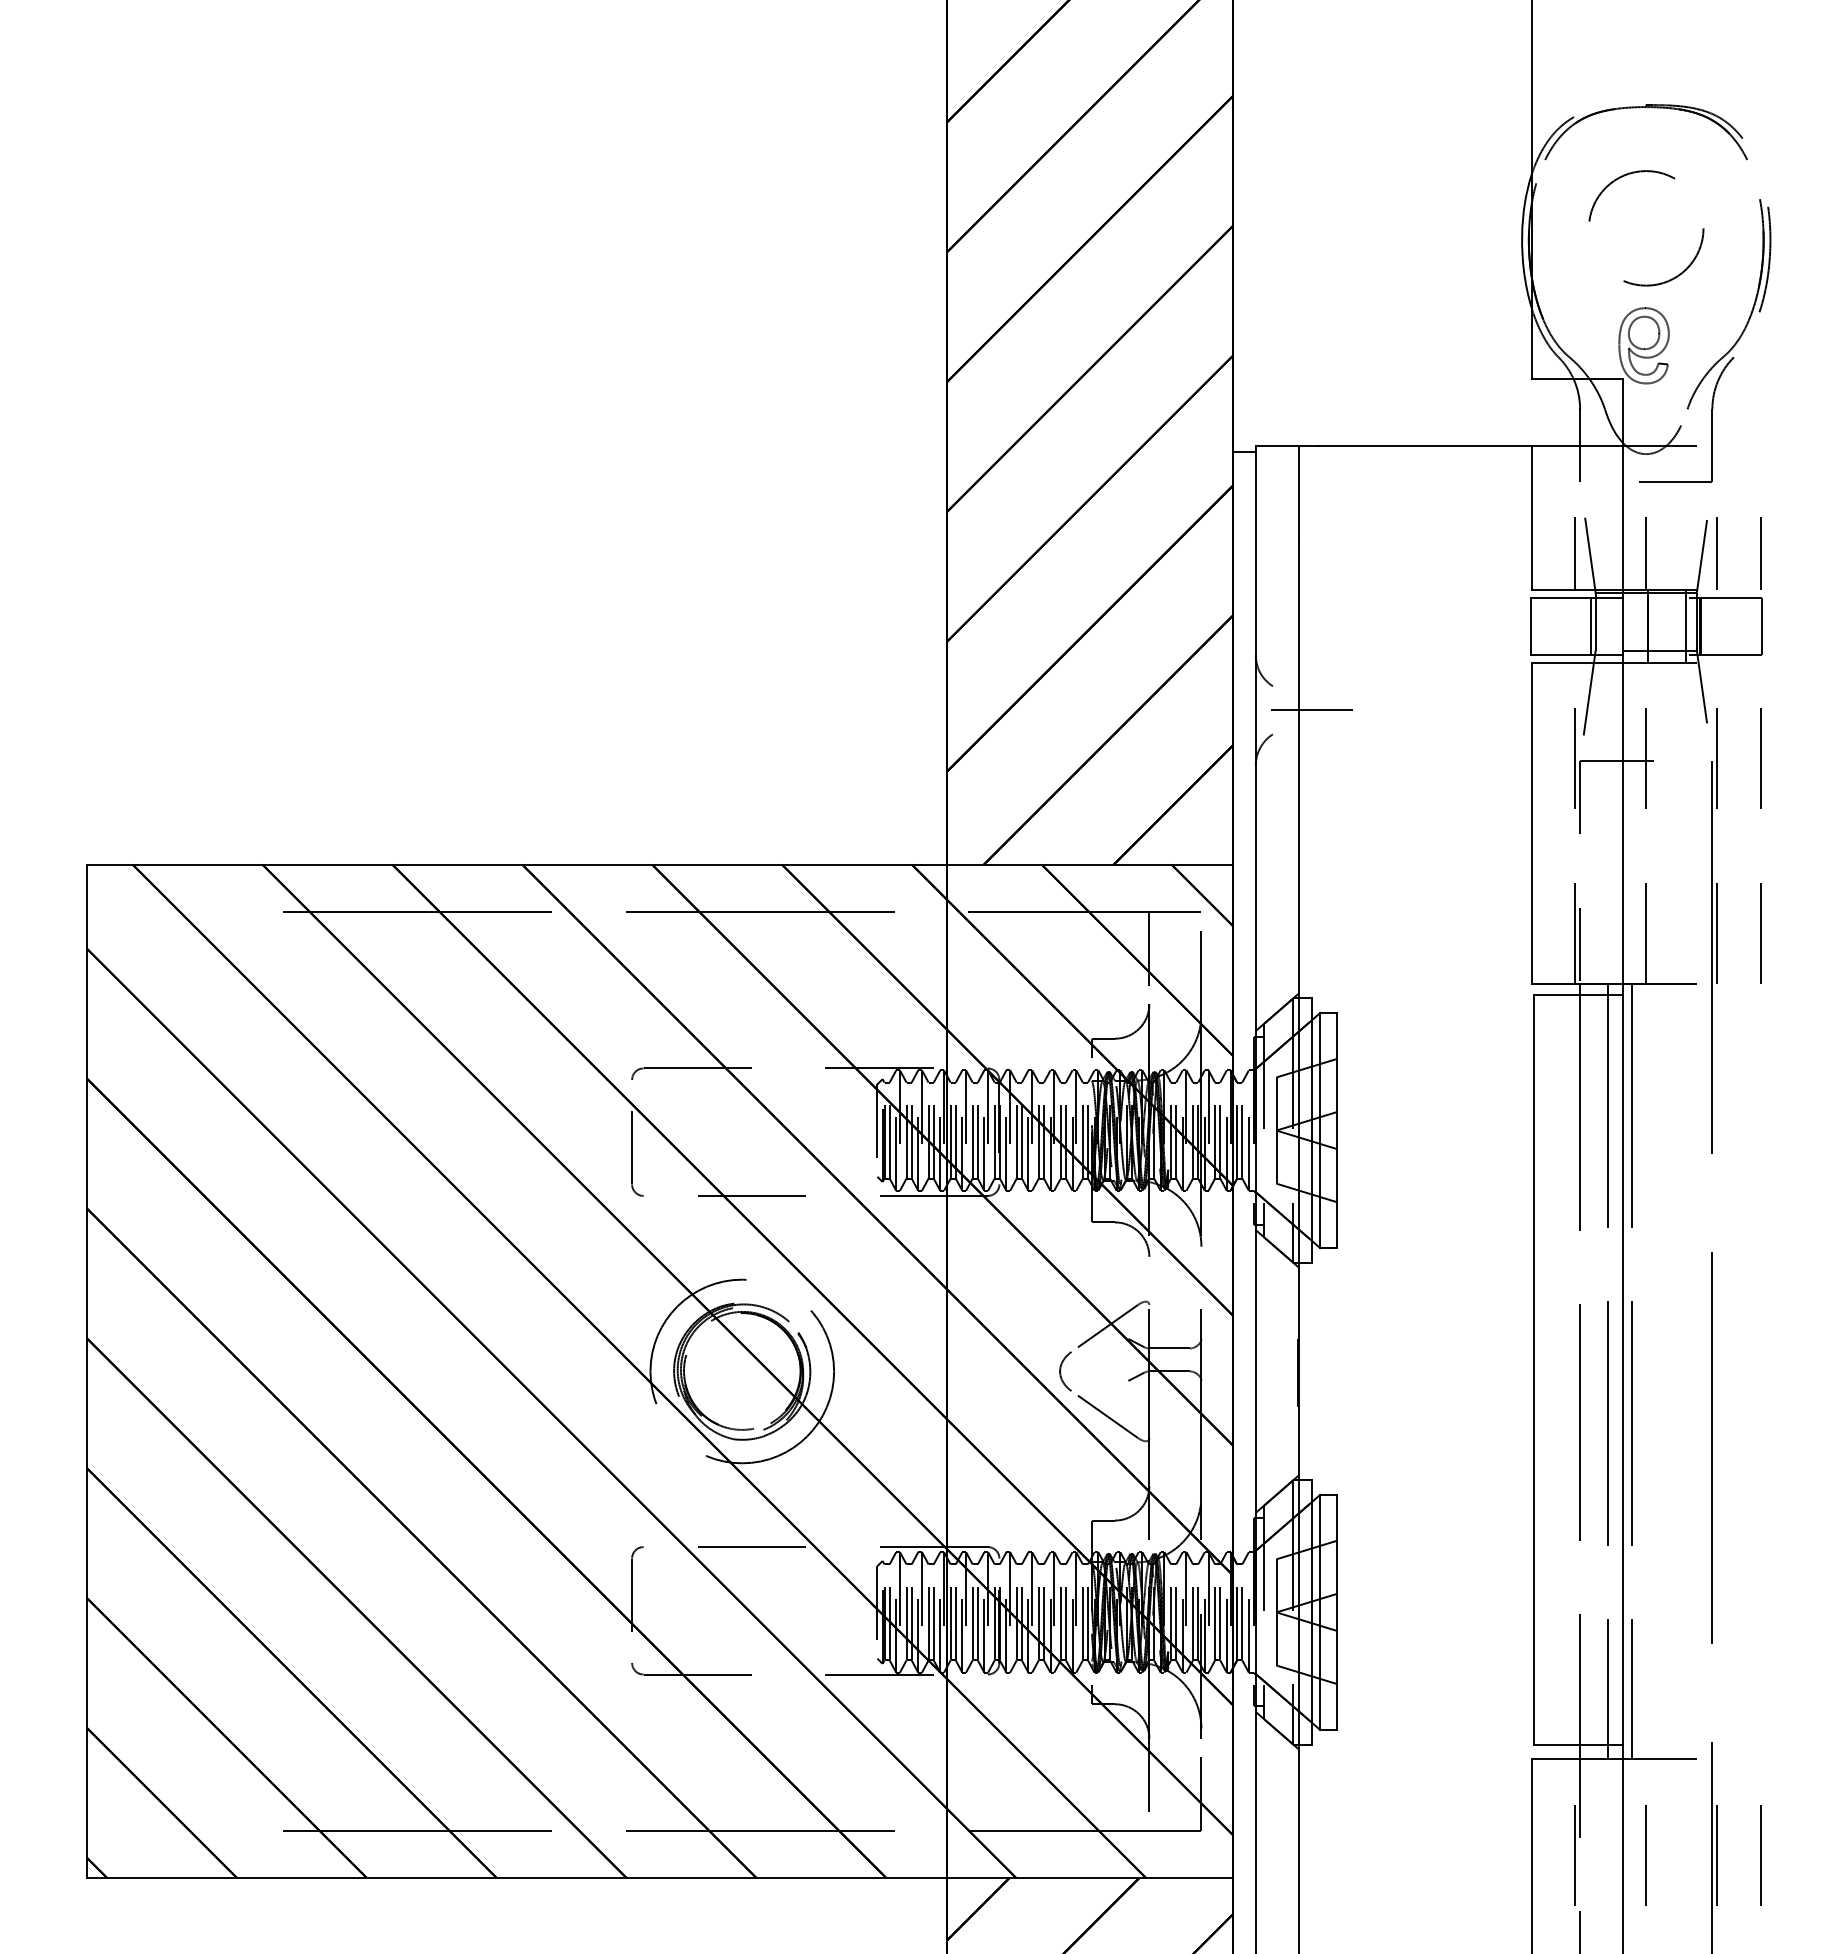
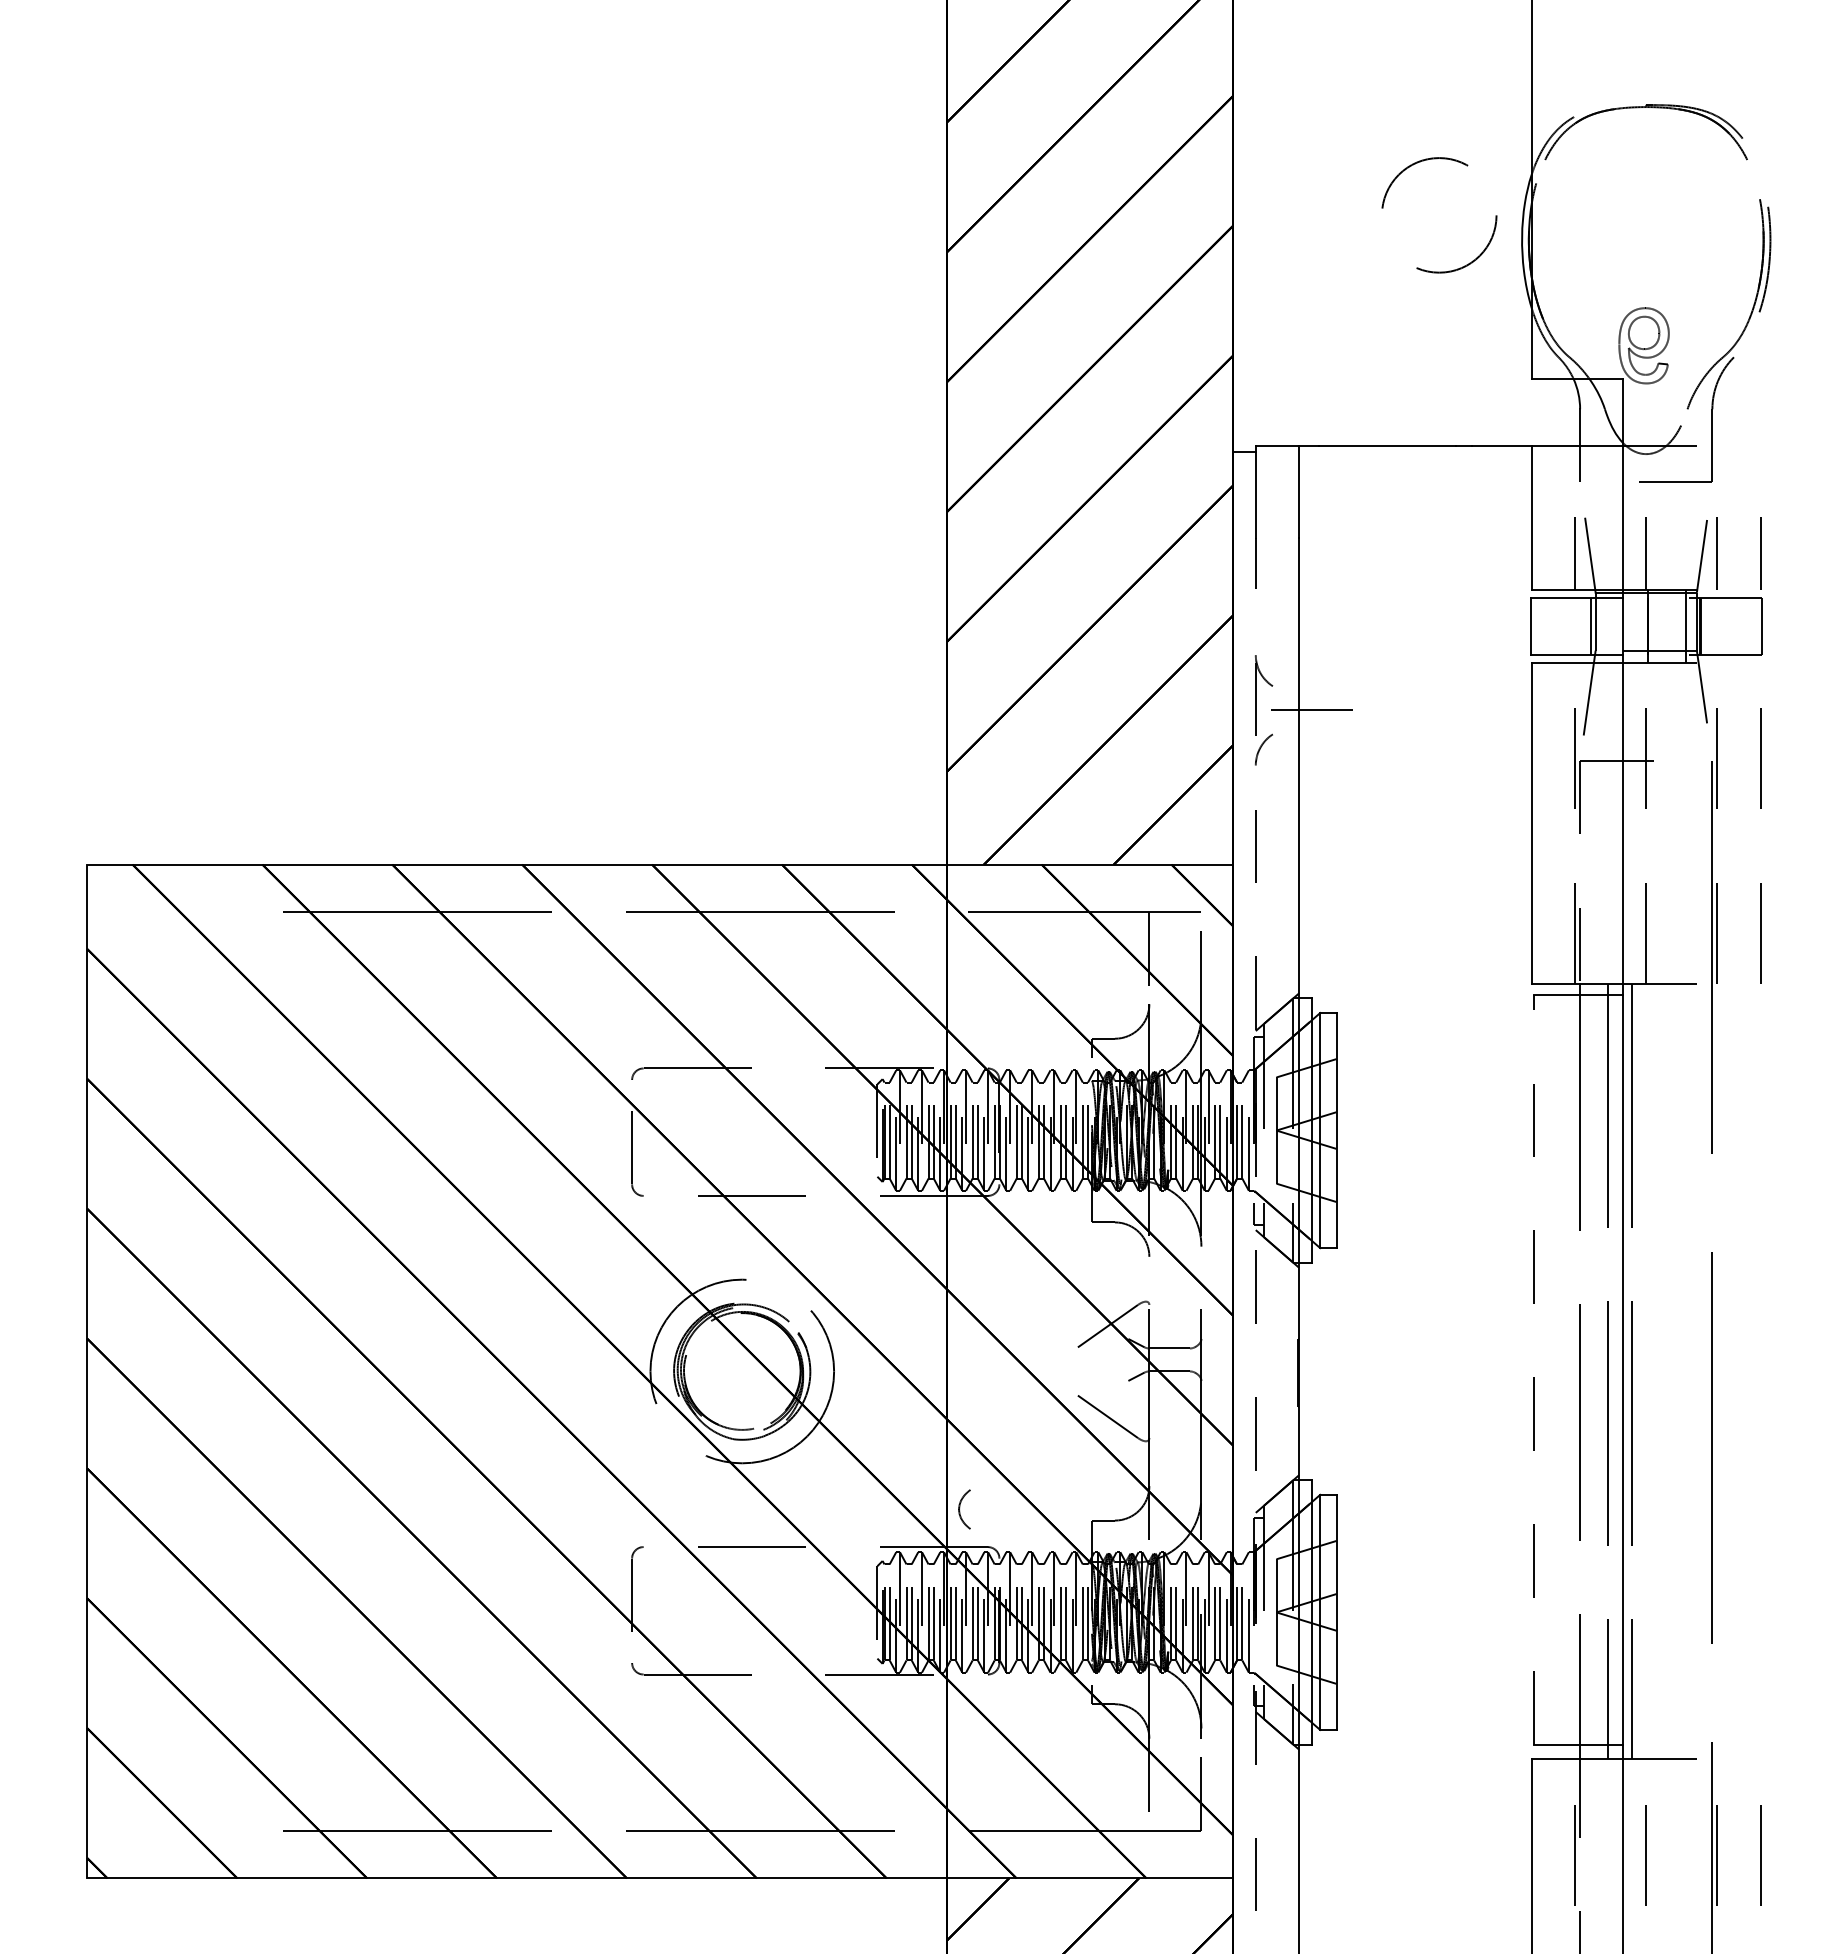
circle at (1646, 228) position: (1646, 228) -> (1439, 215)
line at (1255, 1245): solid -> dashed
line at (1534, 1369): solid -> dashed
part at (1065, 1371) position: (1065, 1371) -> (964, 1509)
